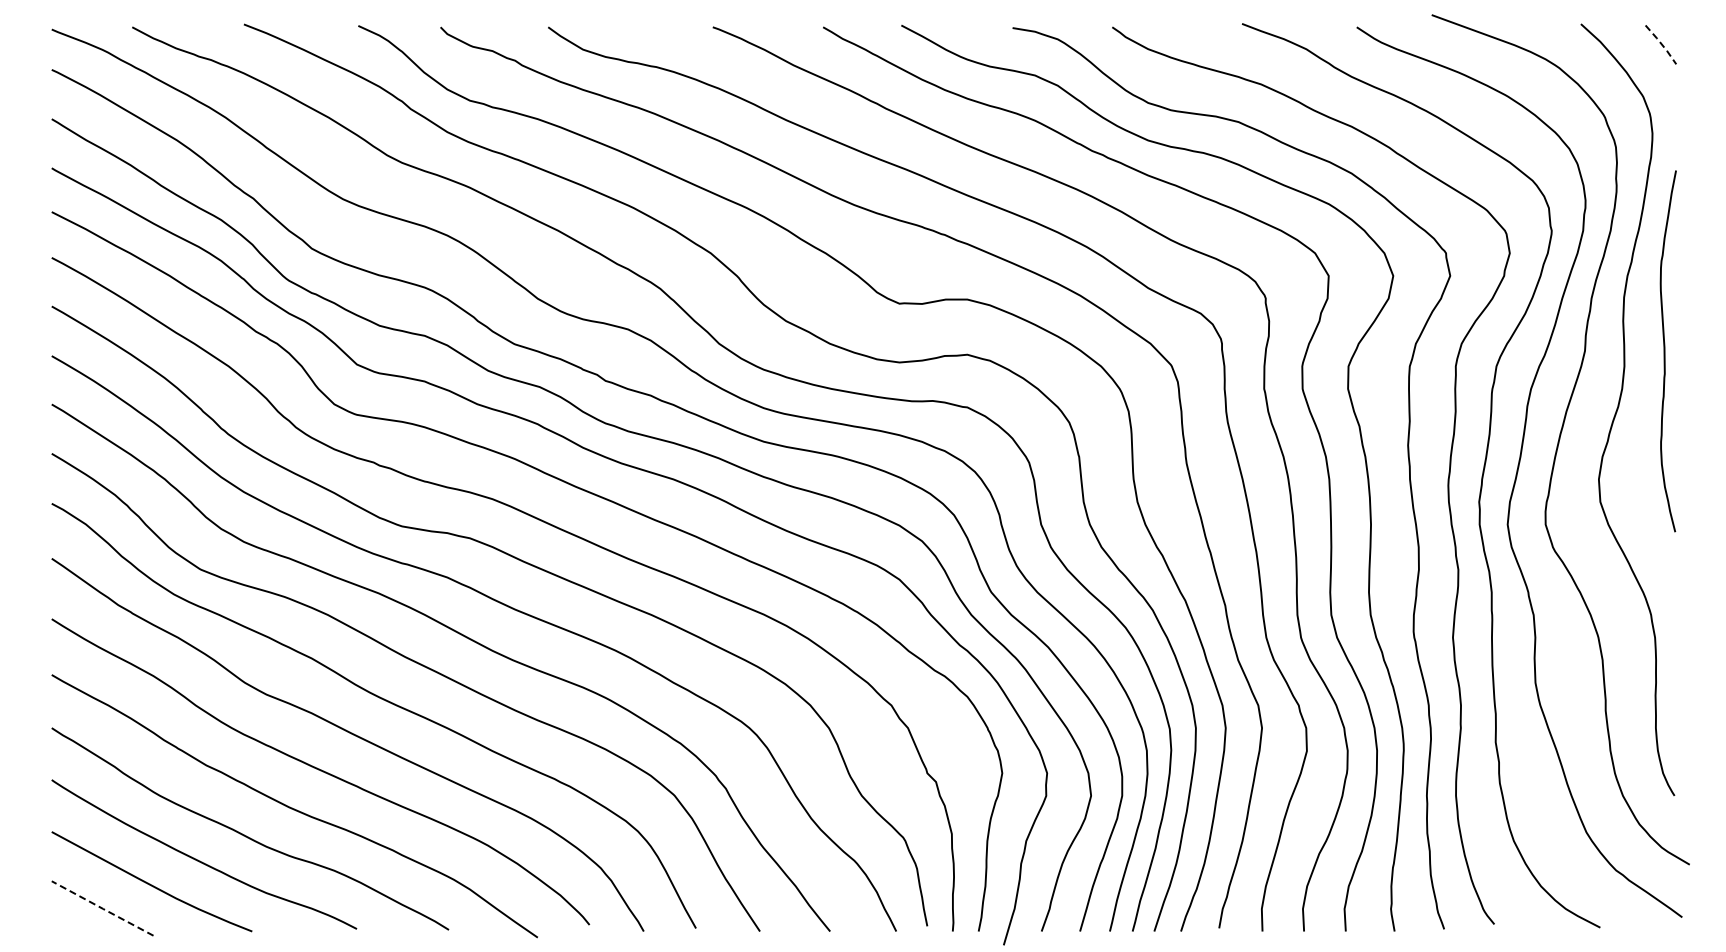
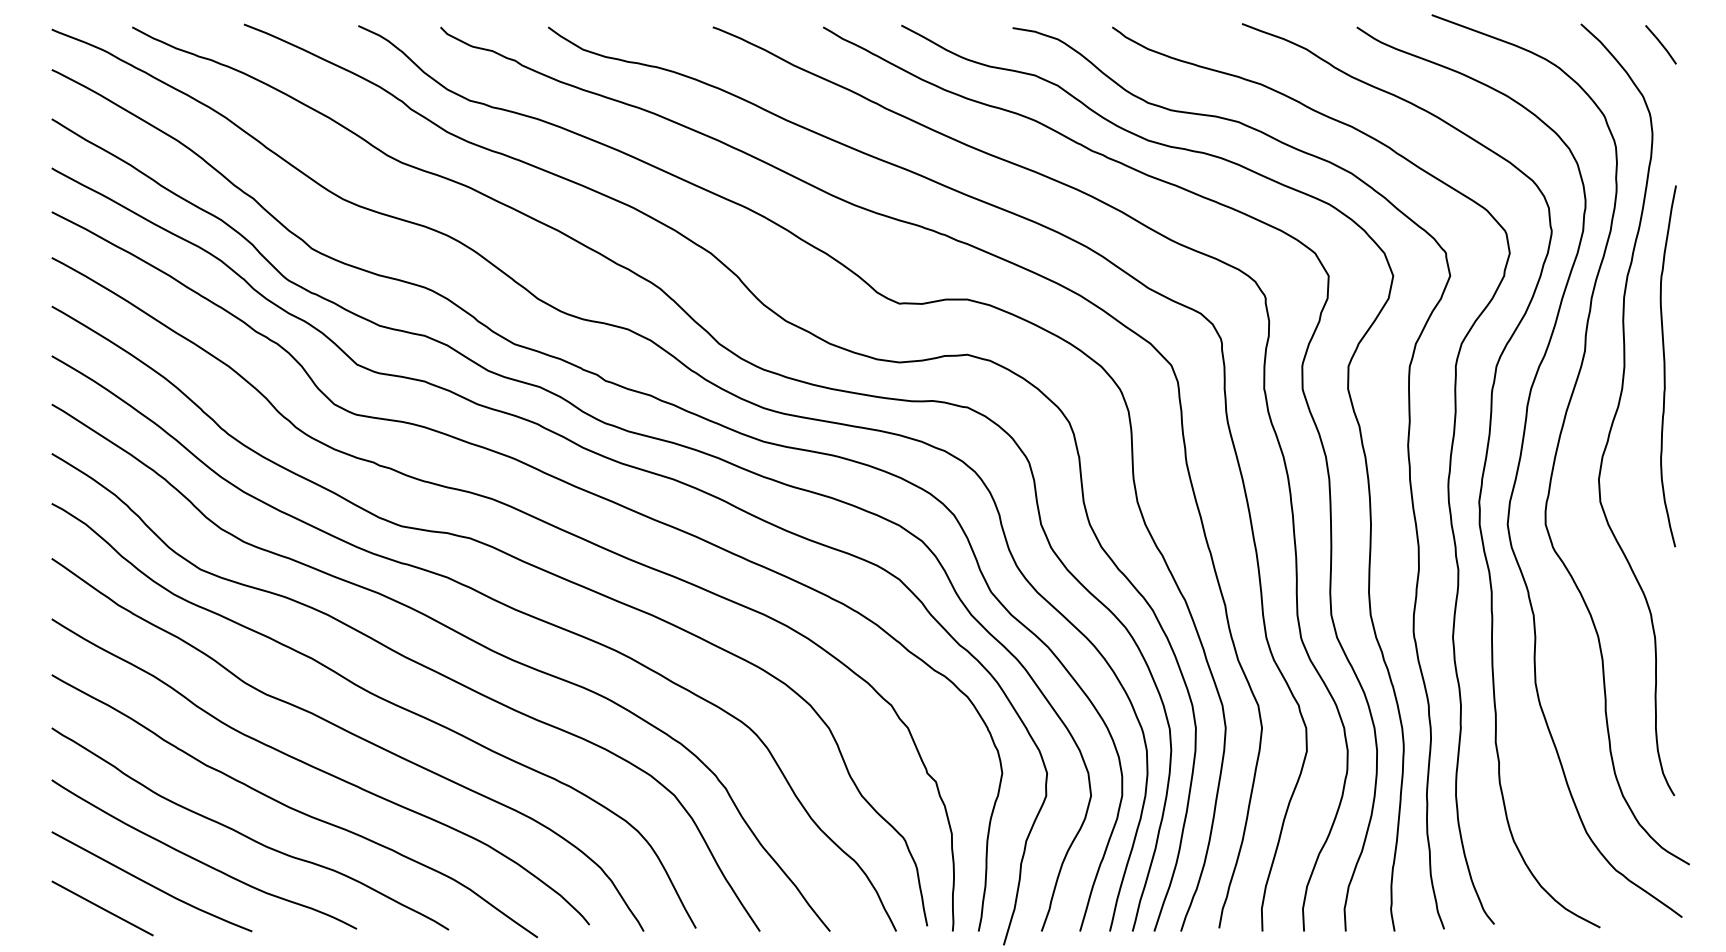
line at (1661, 44): dashed -> solid
curve at (1665, 351) position: (1665, 351) -> (1665, 366)
line at (102, 908): dashed -> solid
